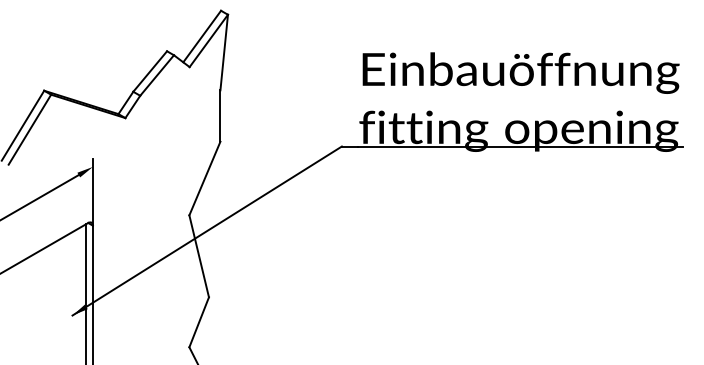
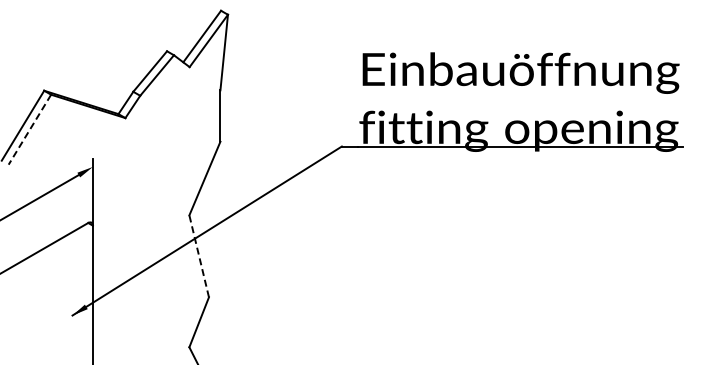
line at (29, 129): solid -> dashed
line at (199, 255): solid -> dashed
line at (85, 292): present -> none
